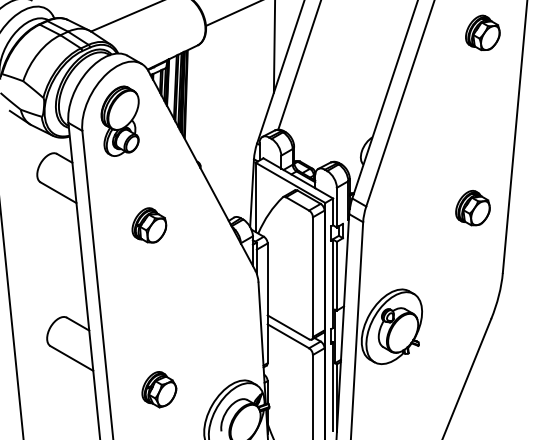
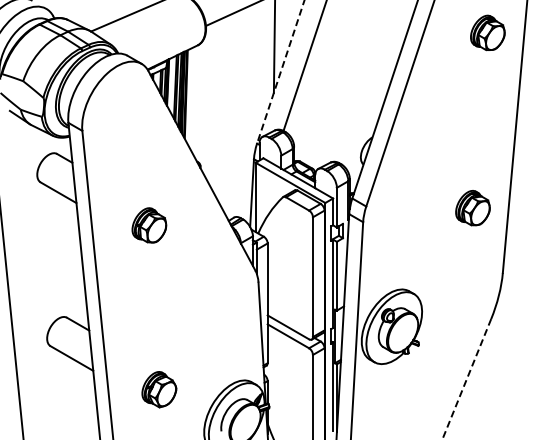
part at (482, 32) position: (482, 32) -> (487, 32)
line at (299, 65) position: (299, 65) -> (304, 66)
line at (280, 72): solid -> dashed
part at (119, 120): present -> none
line at (466, 379): solid -> dashed
